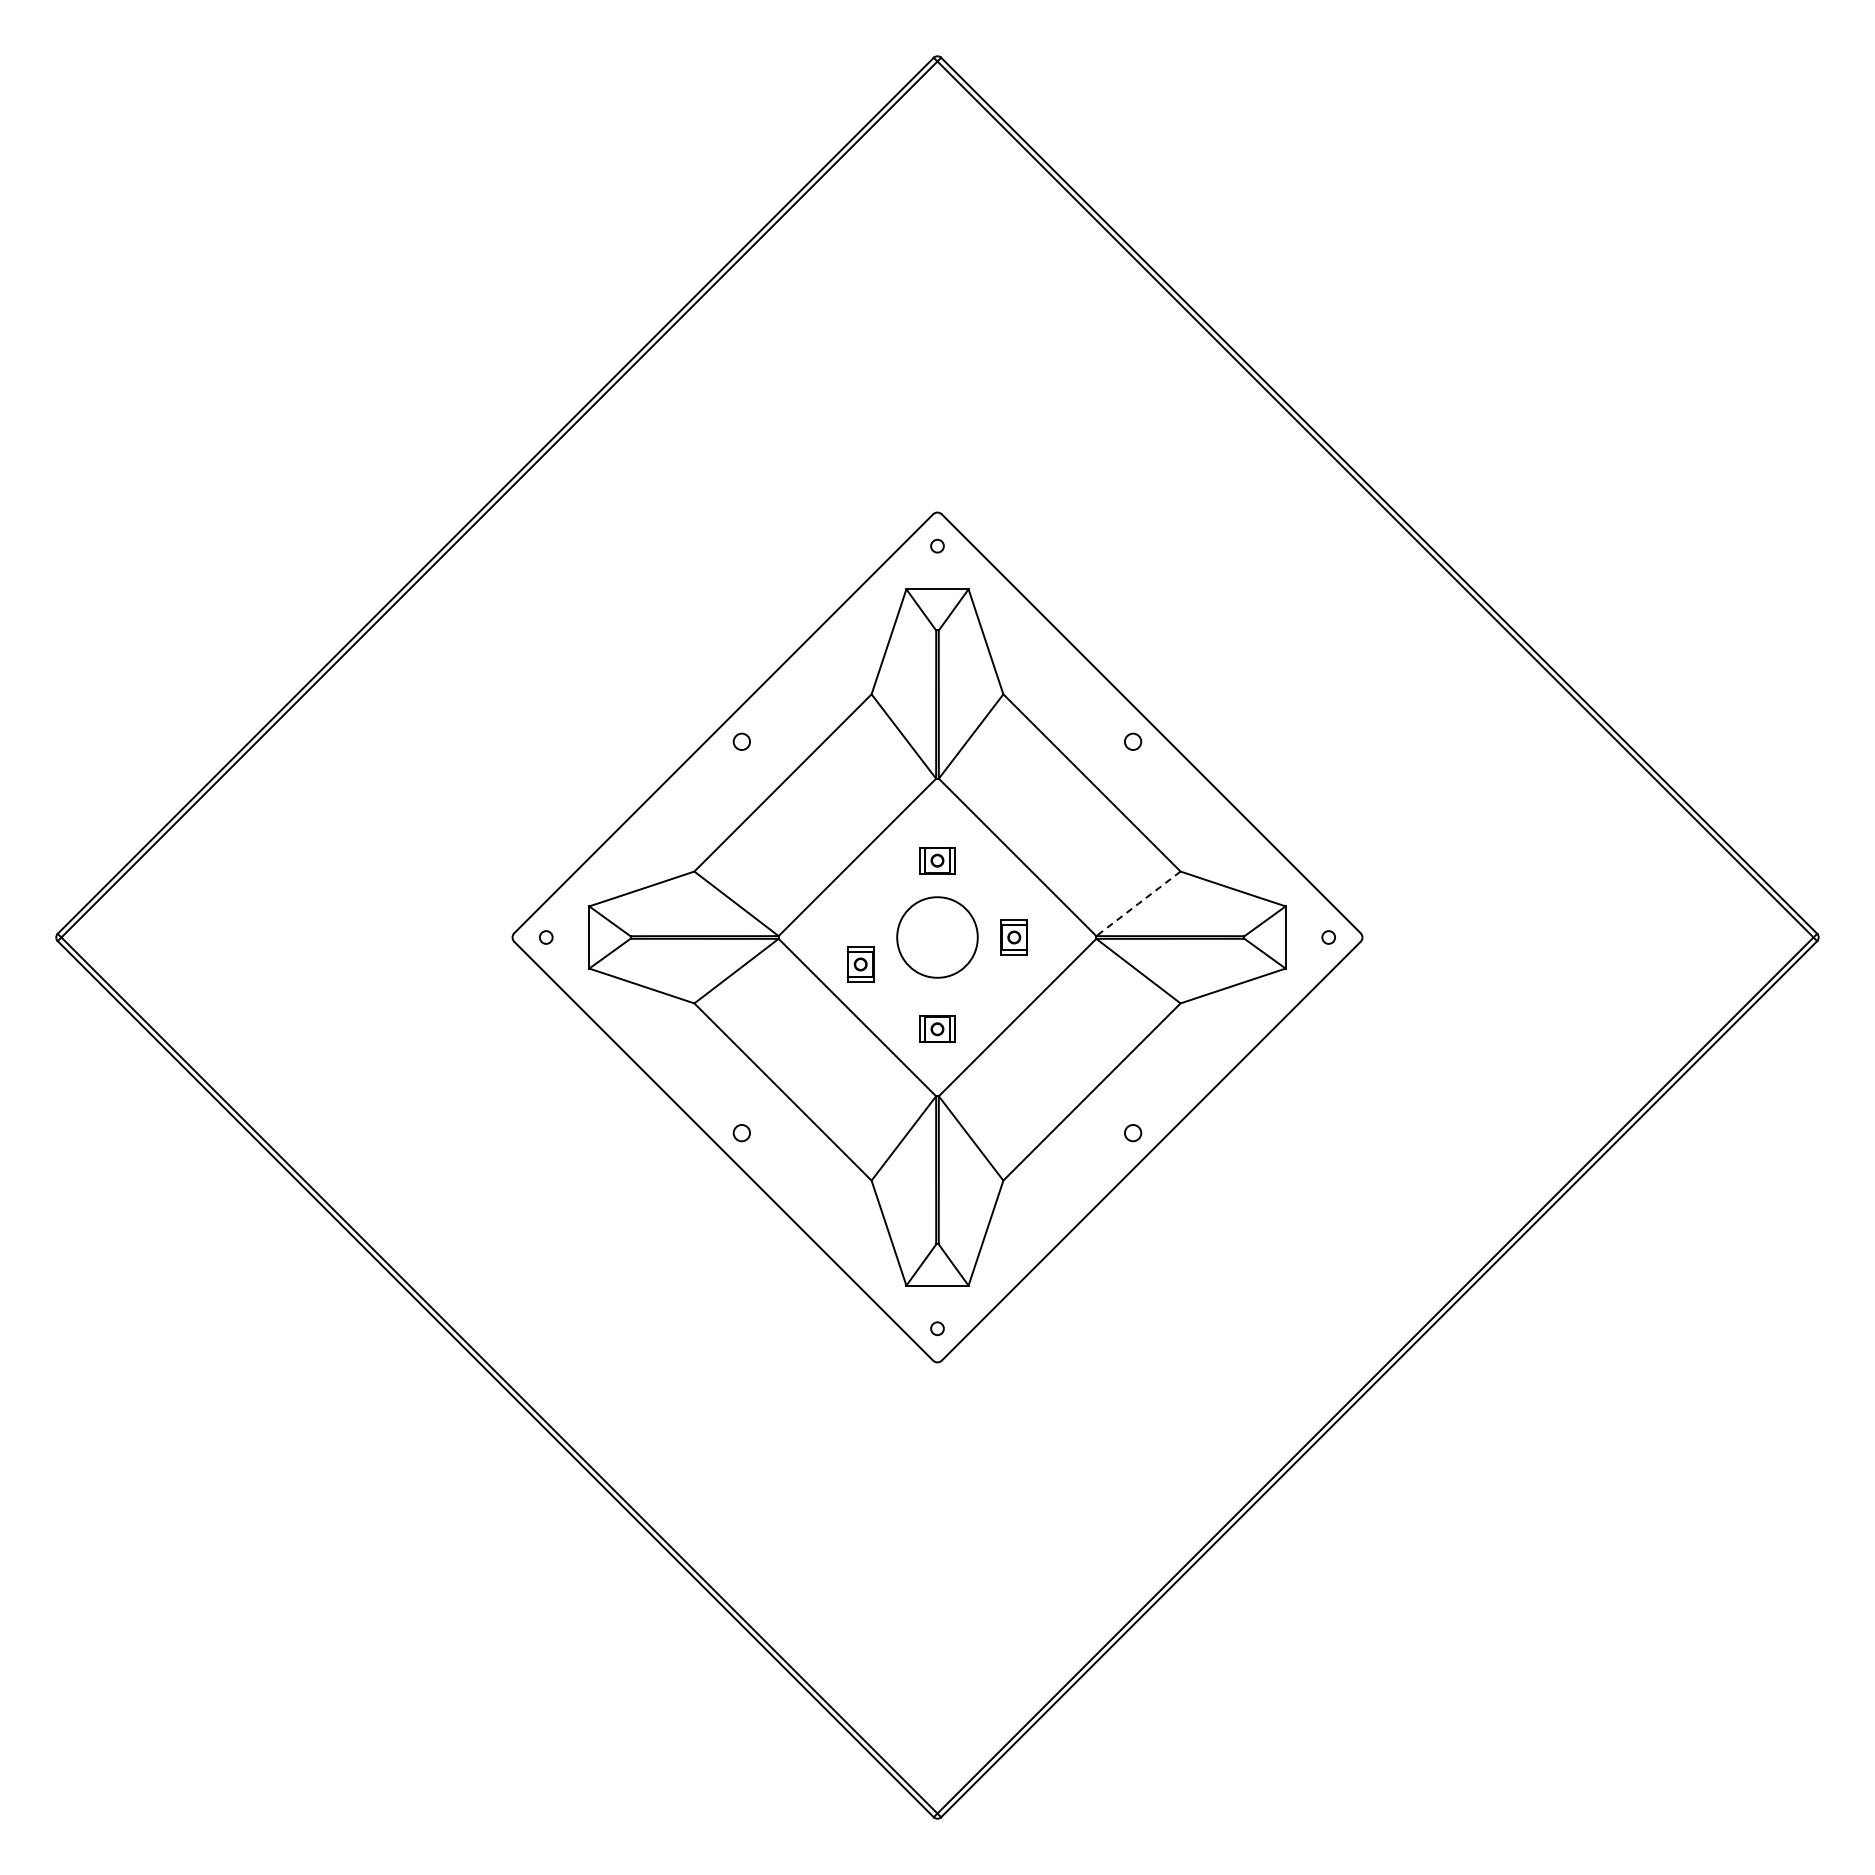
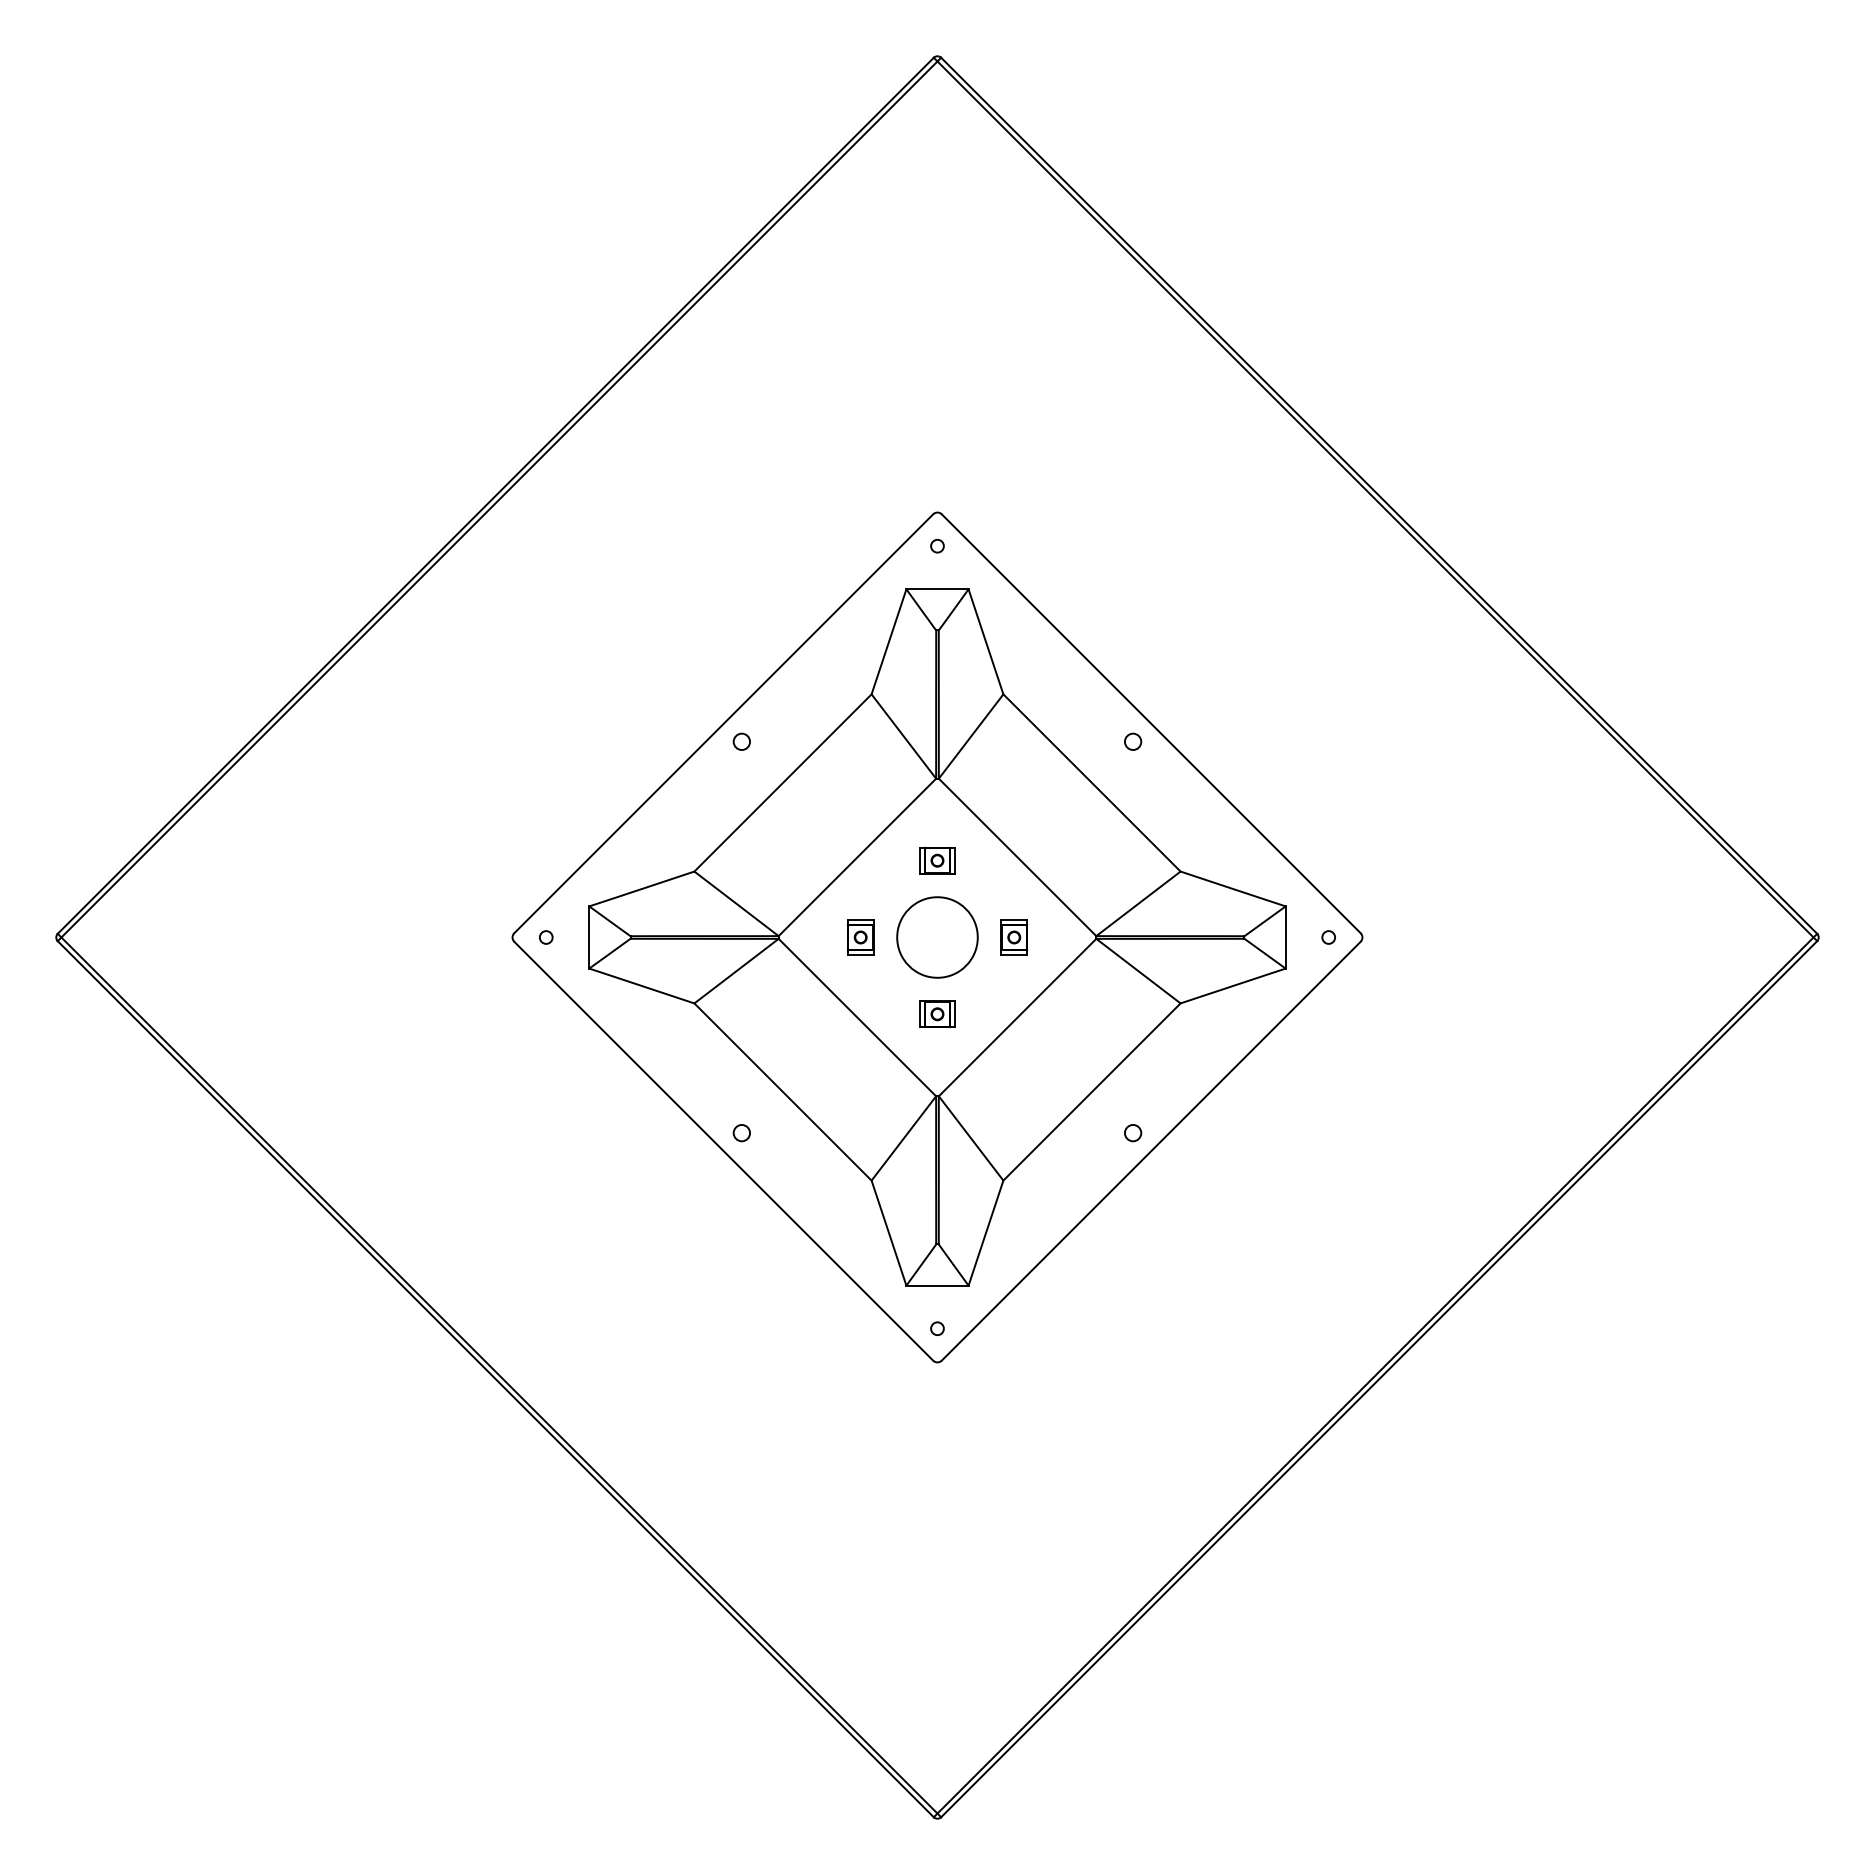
line at (1138, 903): dashed -> solid
part at (860, 964) position: (860, 964) -> (860, 937)
part at (937, 1029) position: (937, 1029) -> (937, 1014)
